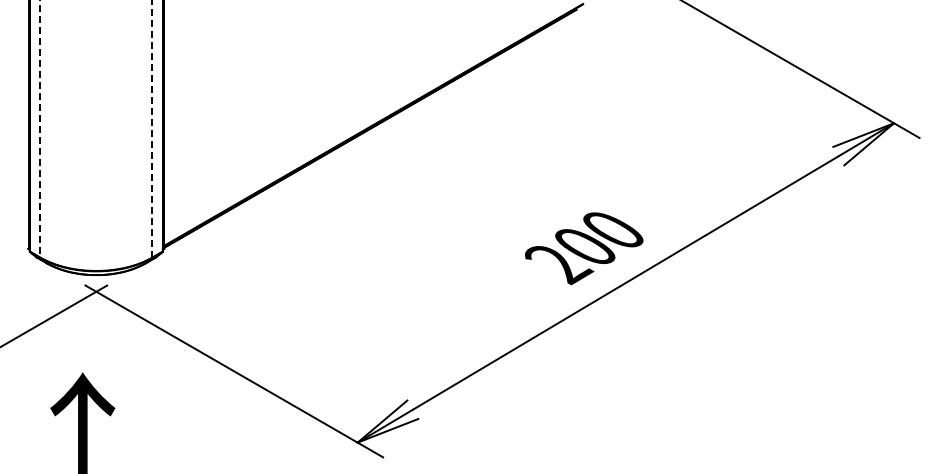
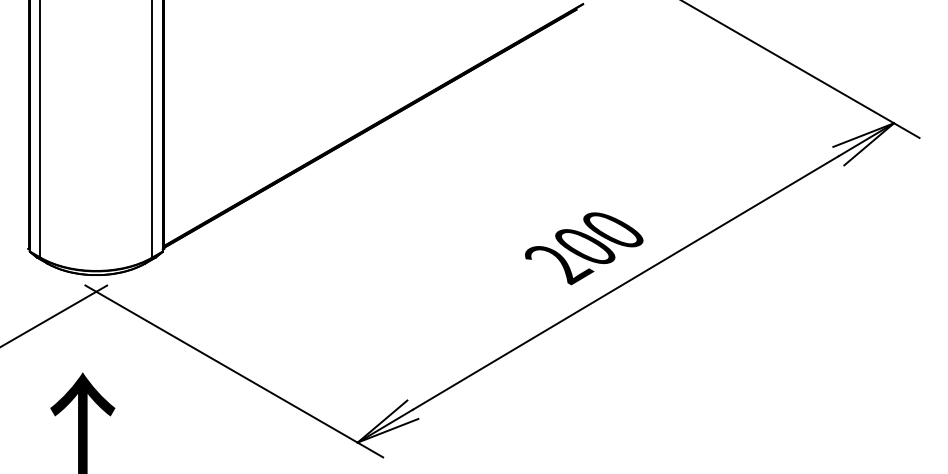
line at (40, 128): dashed -> solid
line at (152, 128): dashed -> solid
